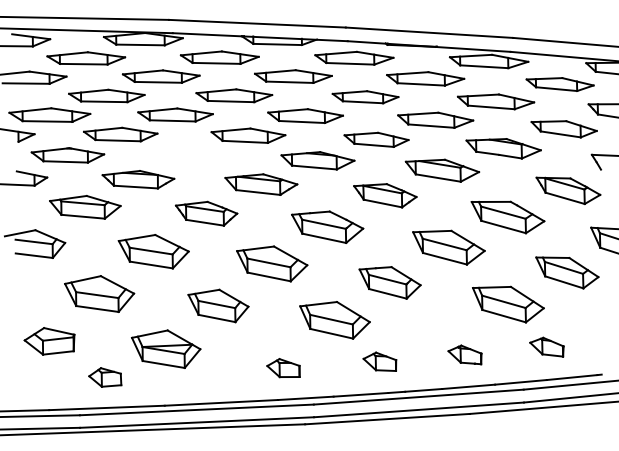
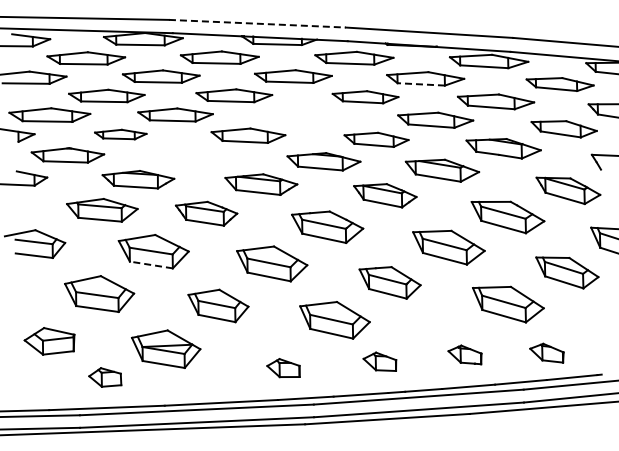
line at (257, 23): solid -> dashed
line at (421, 84): solid -> dashed
part at (305, 115): present -> none
part at (120, 134) size: 76x17 px -> 54x13 px
part at (317, 160) position: (317, 160) -> (323, 161)
part at (85, 207) position: (85, 207) -> (102, 210)
line at (151, 265): solid -> dashed
part at (546, 346) position: (546, 346) -> (546, 352)
